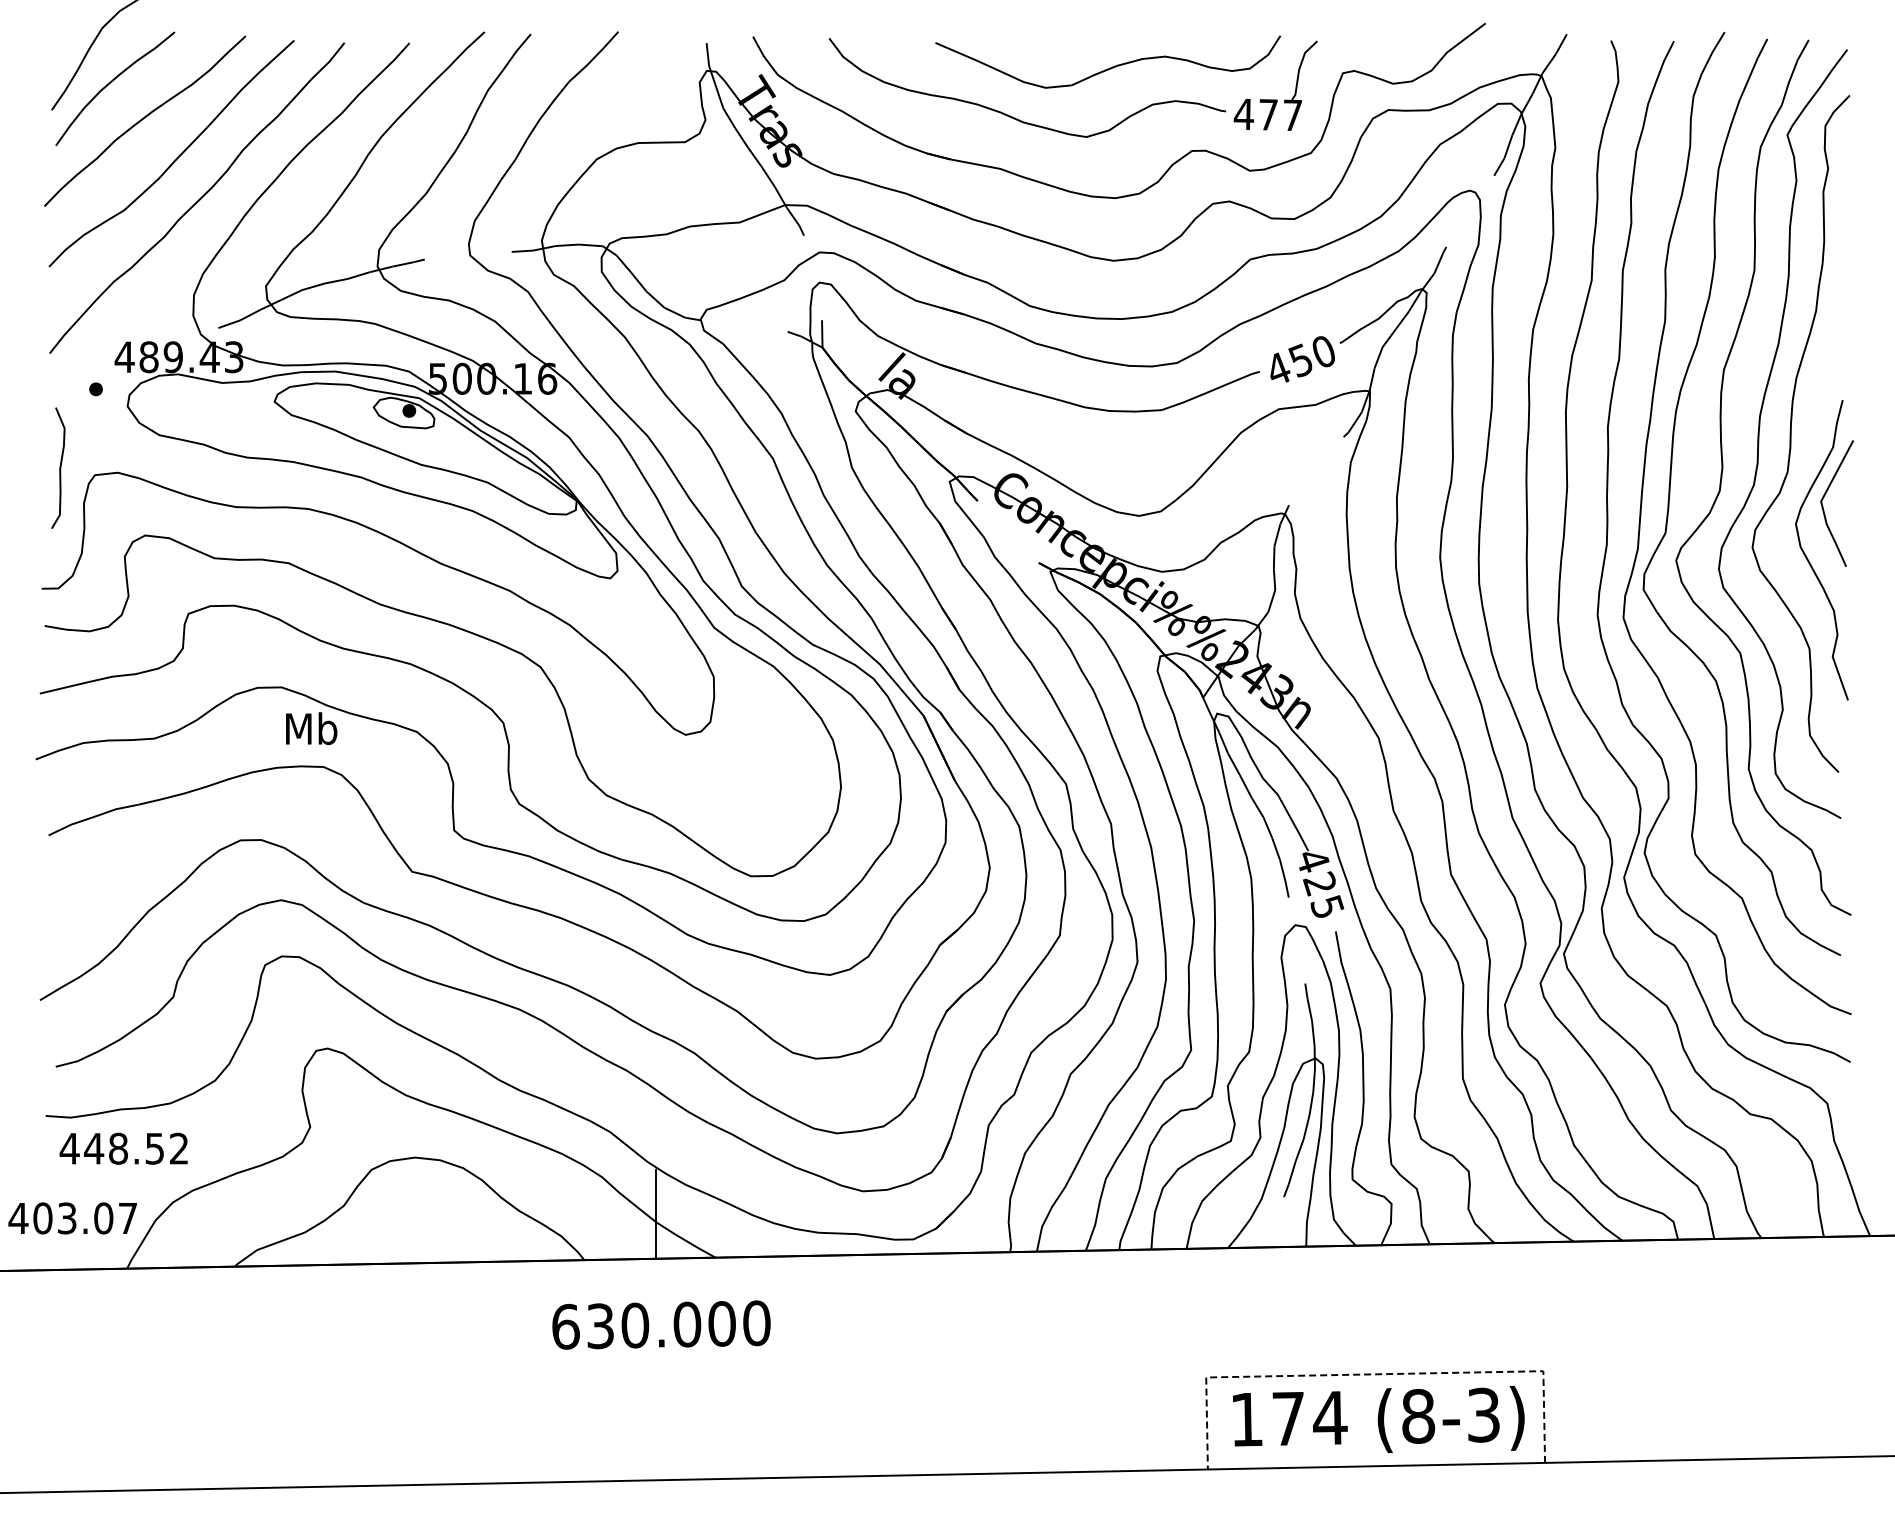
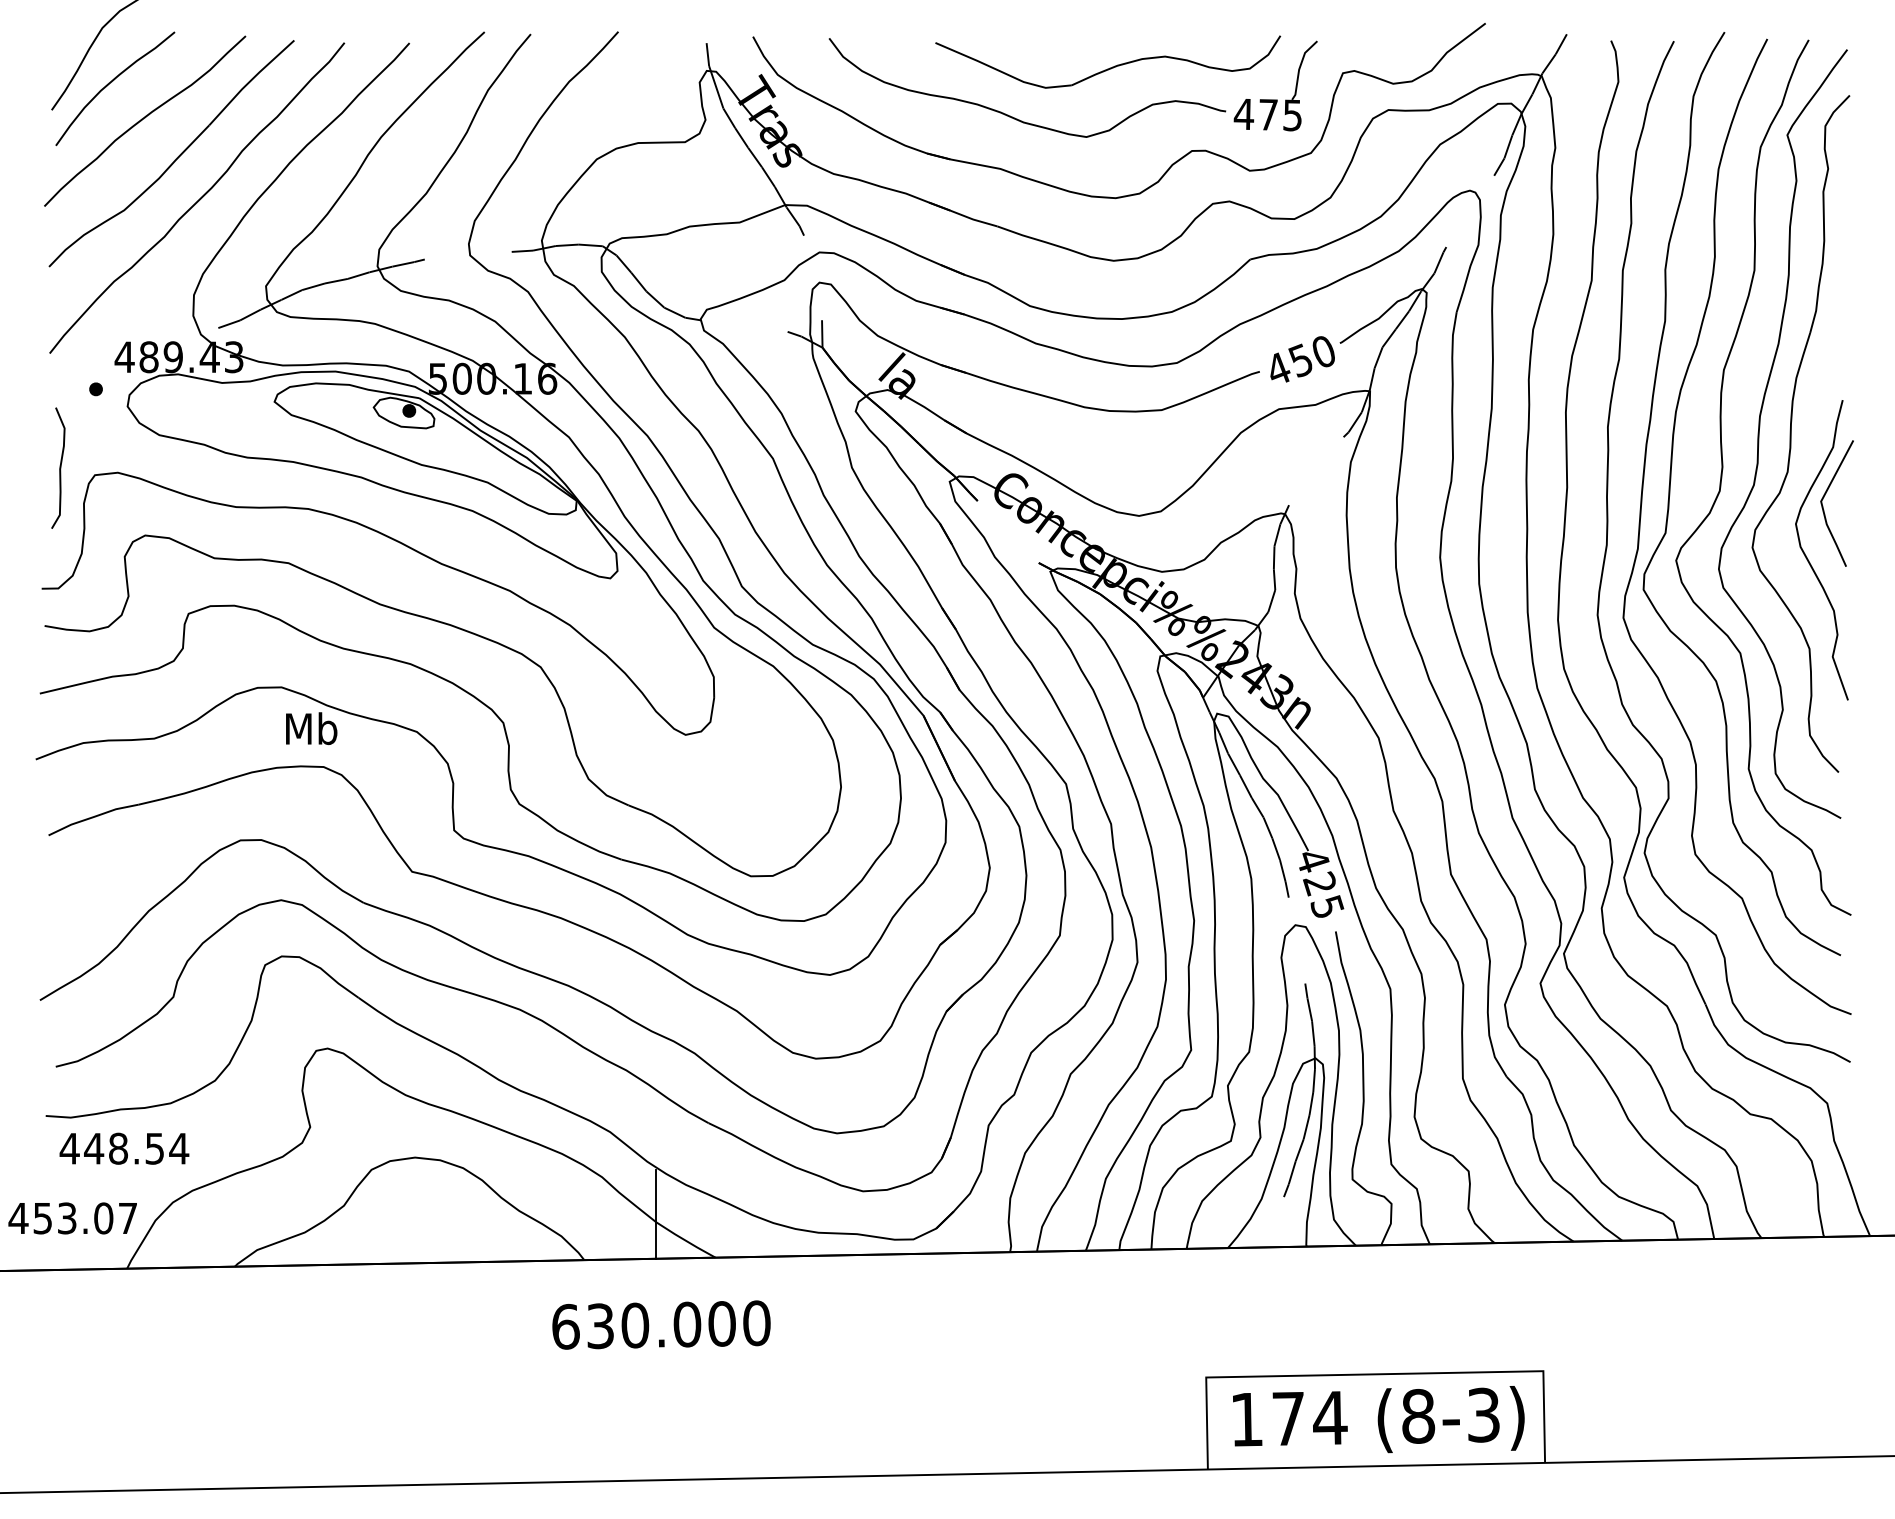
text at (1292, 115): 477 -> 475
text at (179, 1148): 448.52 -> 448.54
text at (42, 1218): 403.07 -> 453.07
line at (1374, 1374): dashed -> solid
